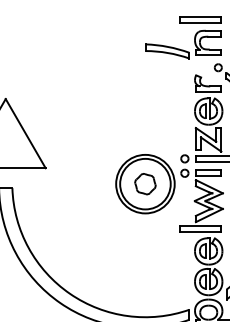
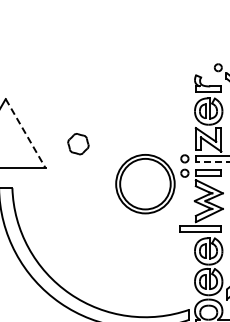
part at (194, 37): present -> none
line at (25, 133): solid -> dashed
line at (212, 161): solid -> dashed
part at (145, 184) position: (145, 184) -> (78, 144)
